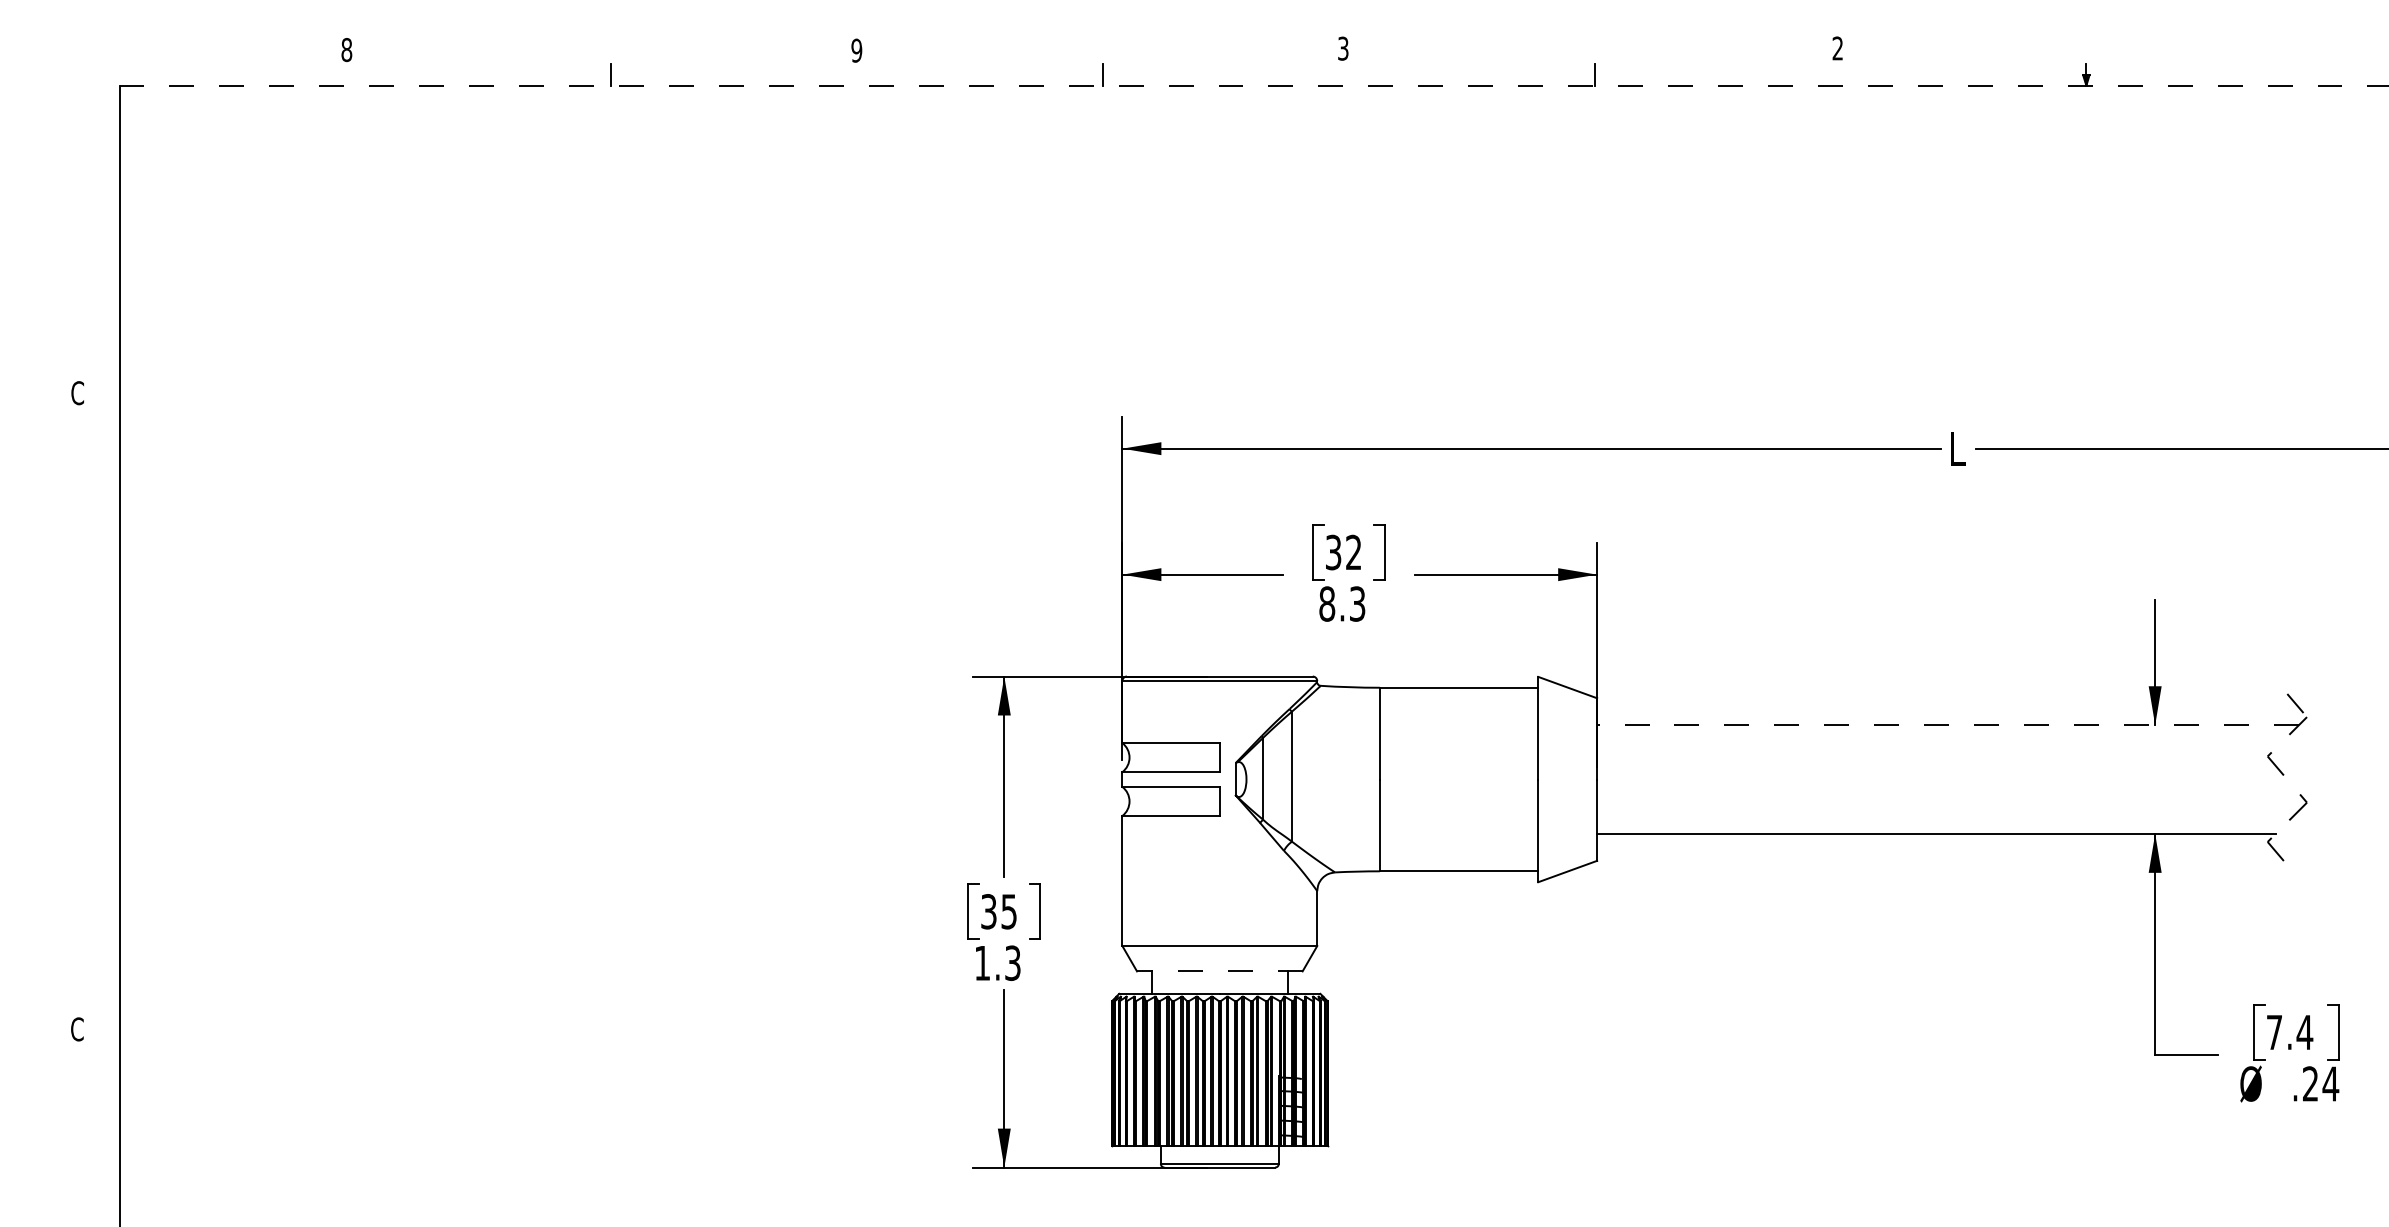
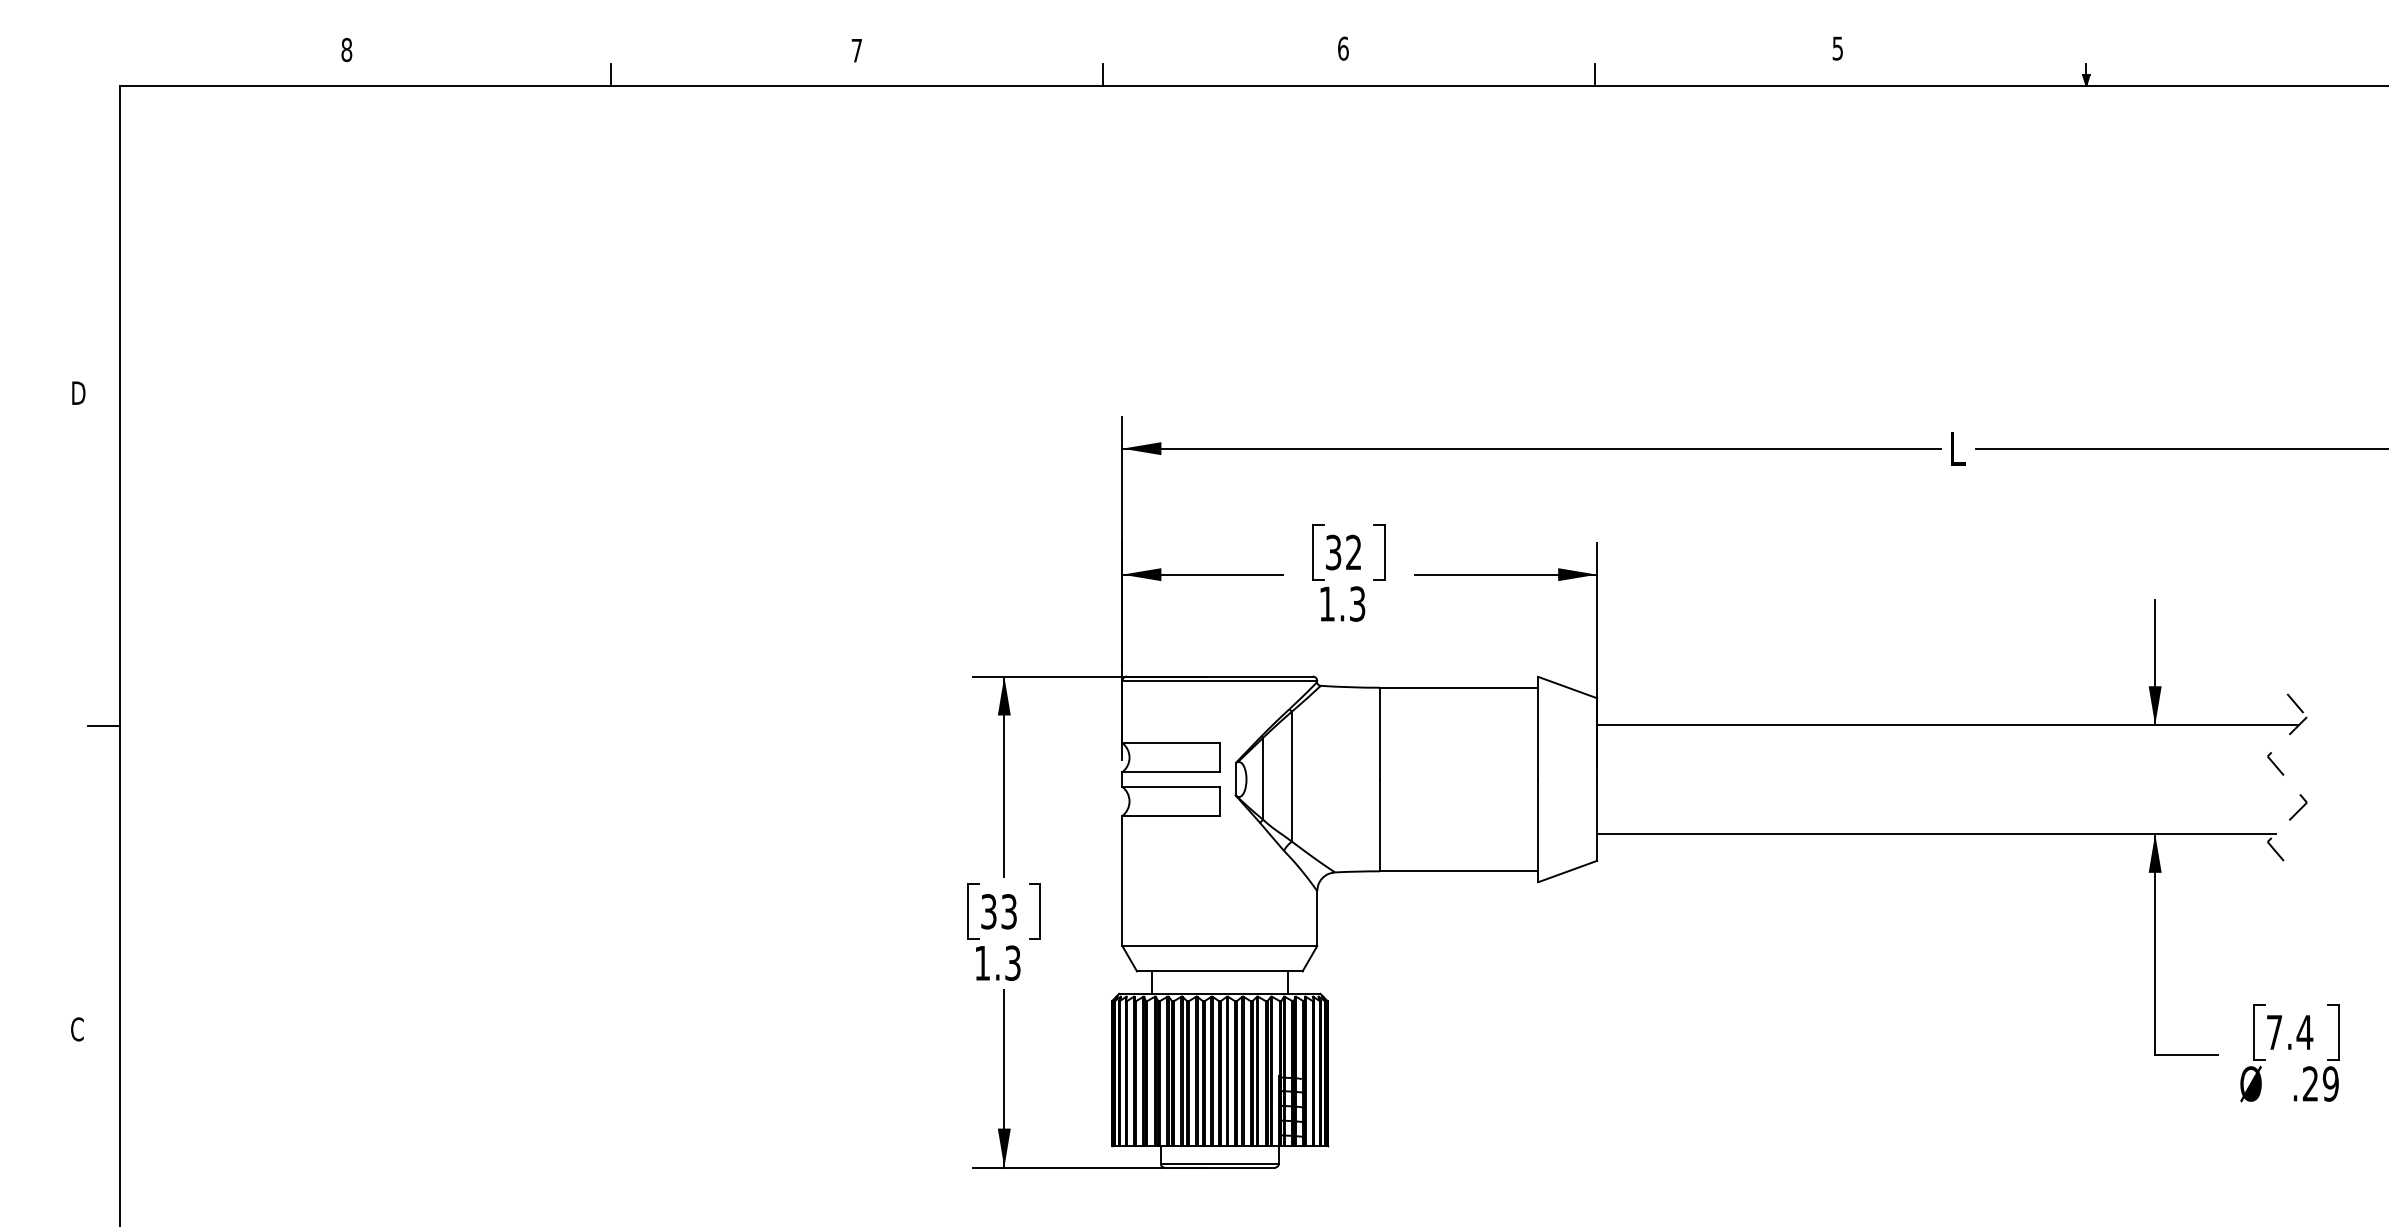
text at (1343, 48): 3 -> 6
text at (1837, 48): 2 -> 5
text at (856, 50): 9 -> 7
line at (1254, 85): dashed -> solid
text at (78, 393): C -> D
text at (1327, 603): 8.3 -> 1.3
line at (103, 725): none -> present
line at (1948, 725): dashed -> solid
text at (1009, 911): 35 -> 33
line at (1219, 971): dashed -> solid
text at (2330, 1083): .24 -> .29
